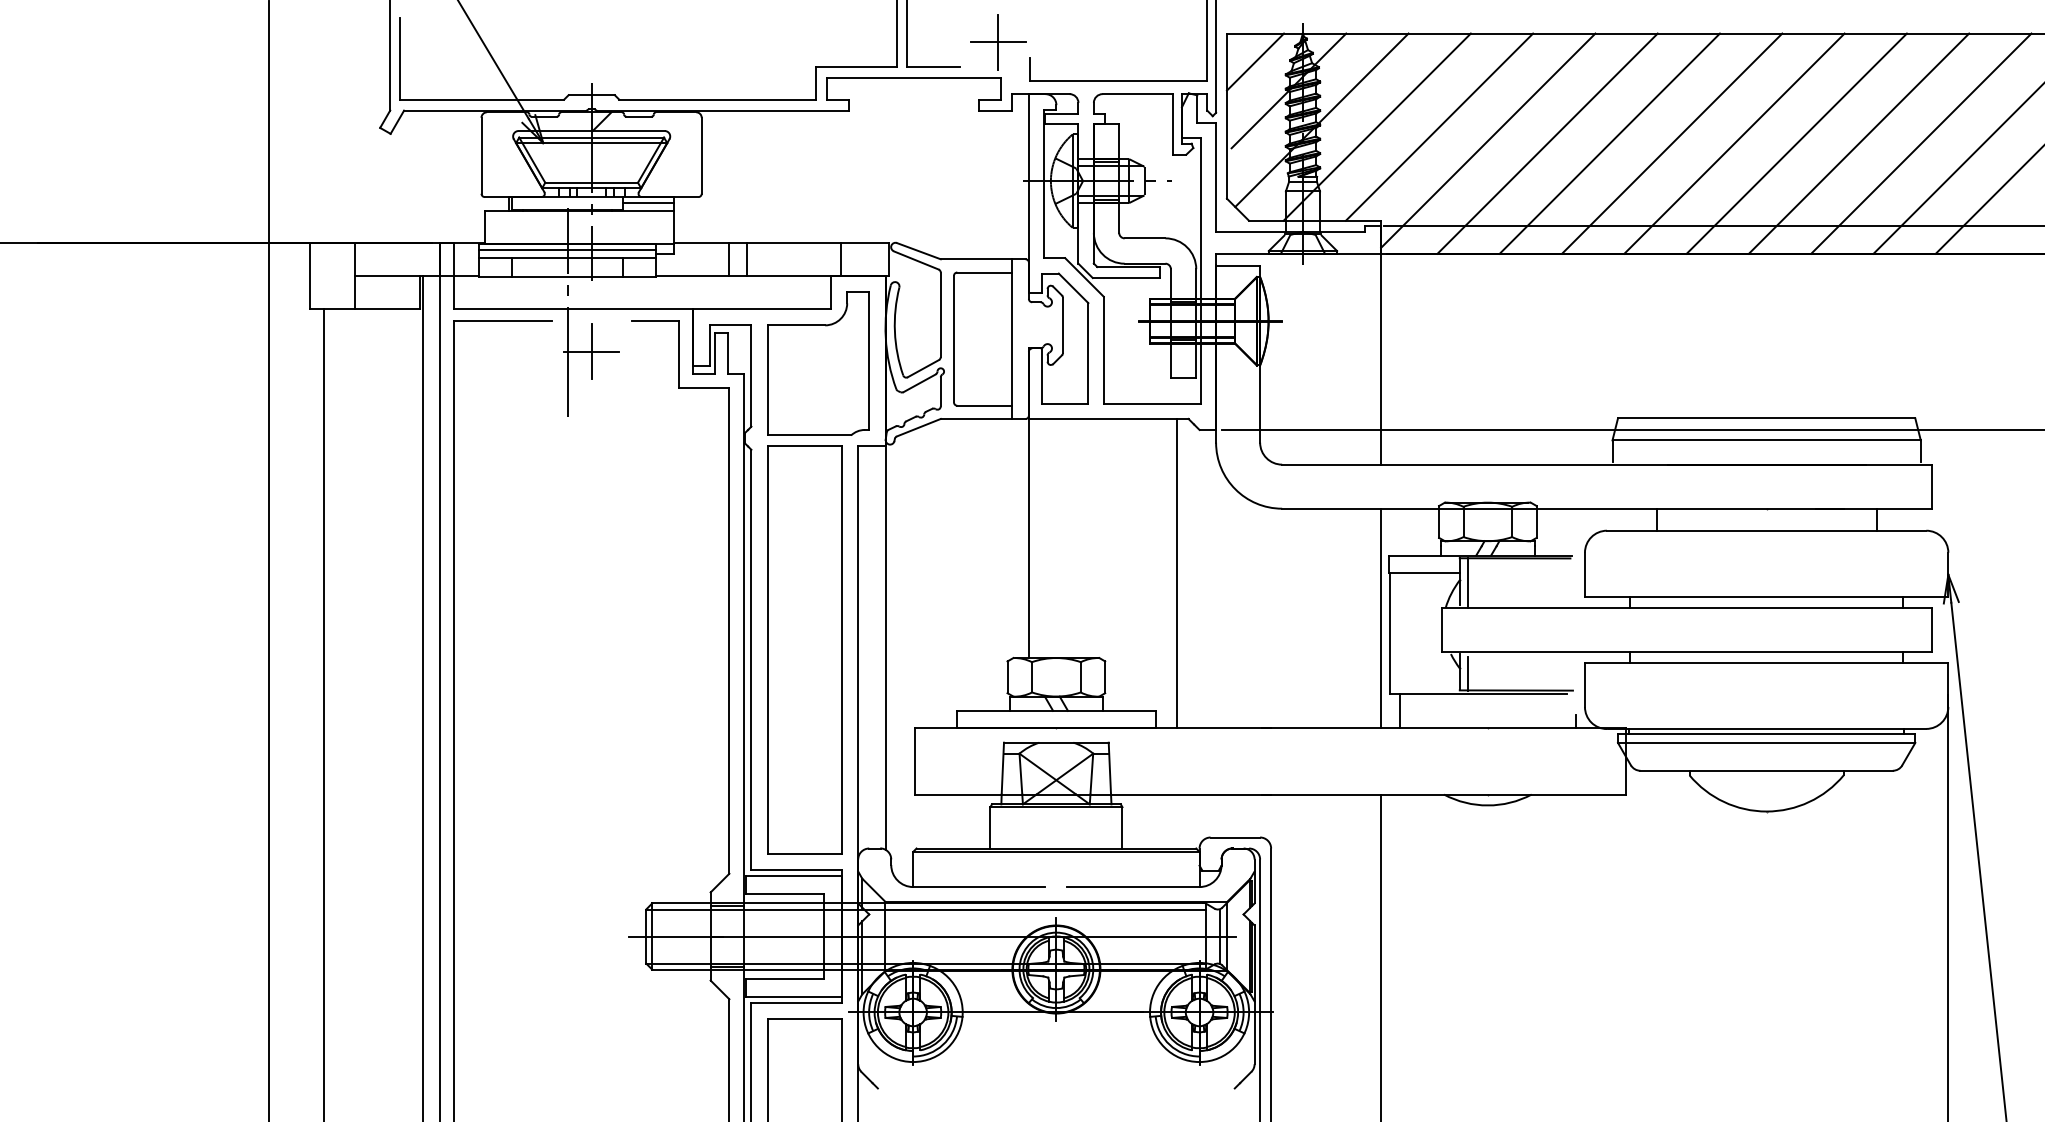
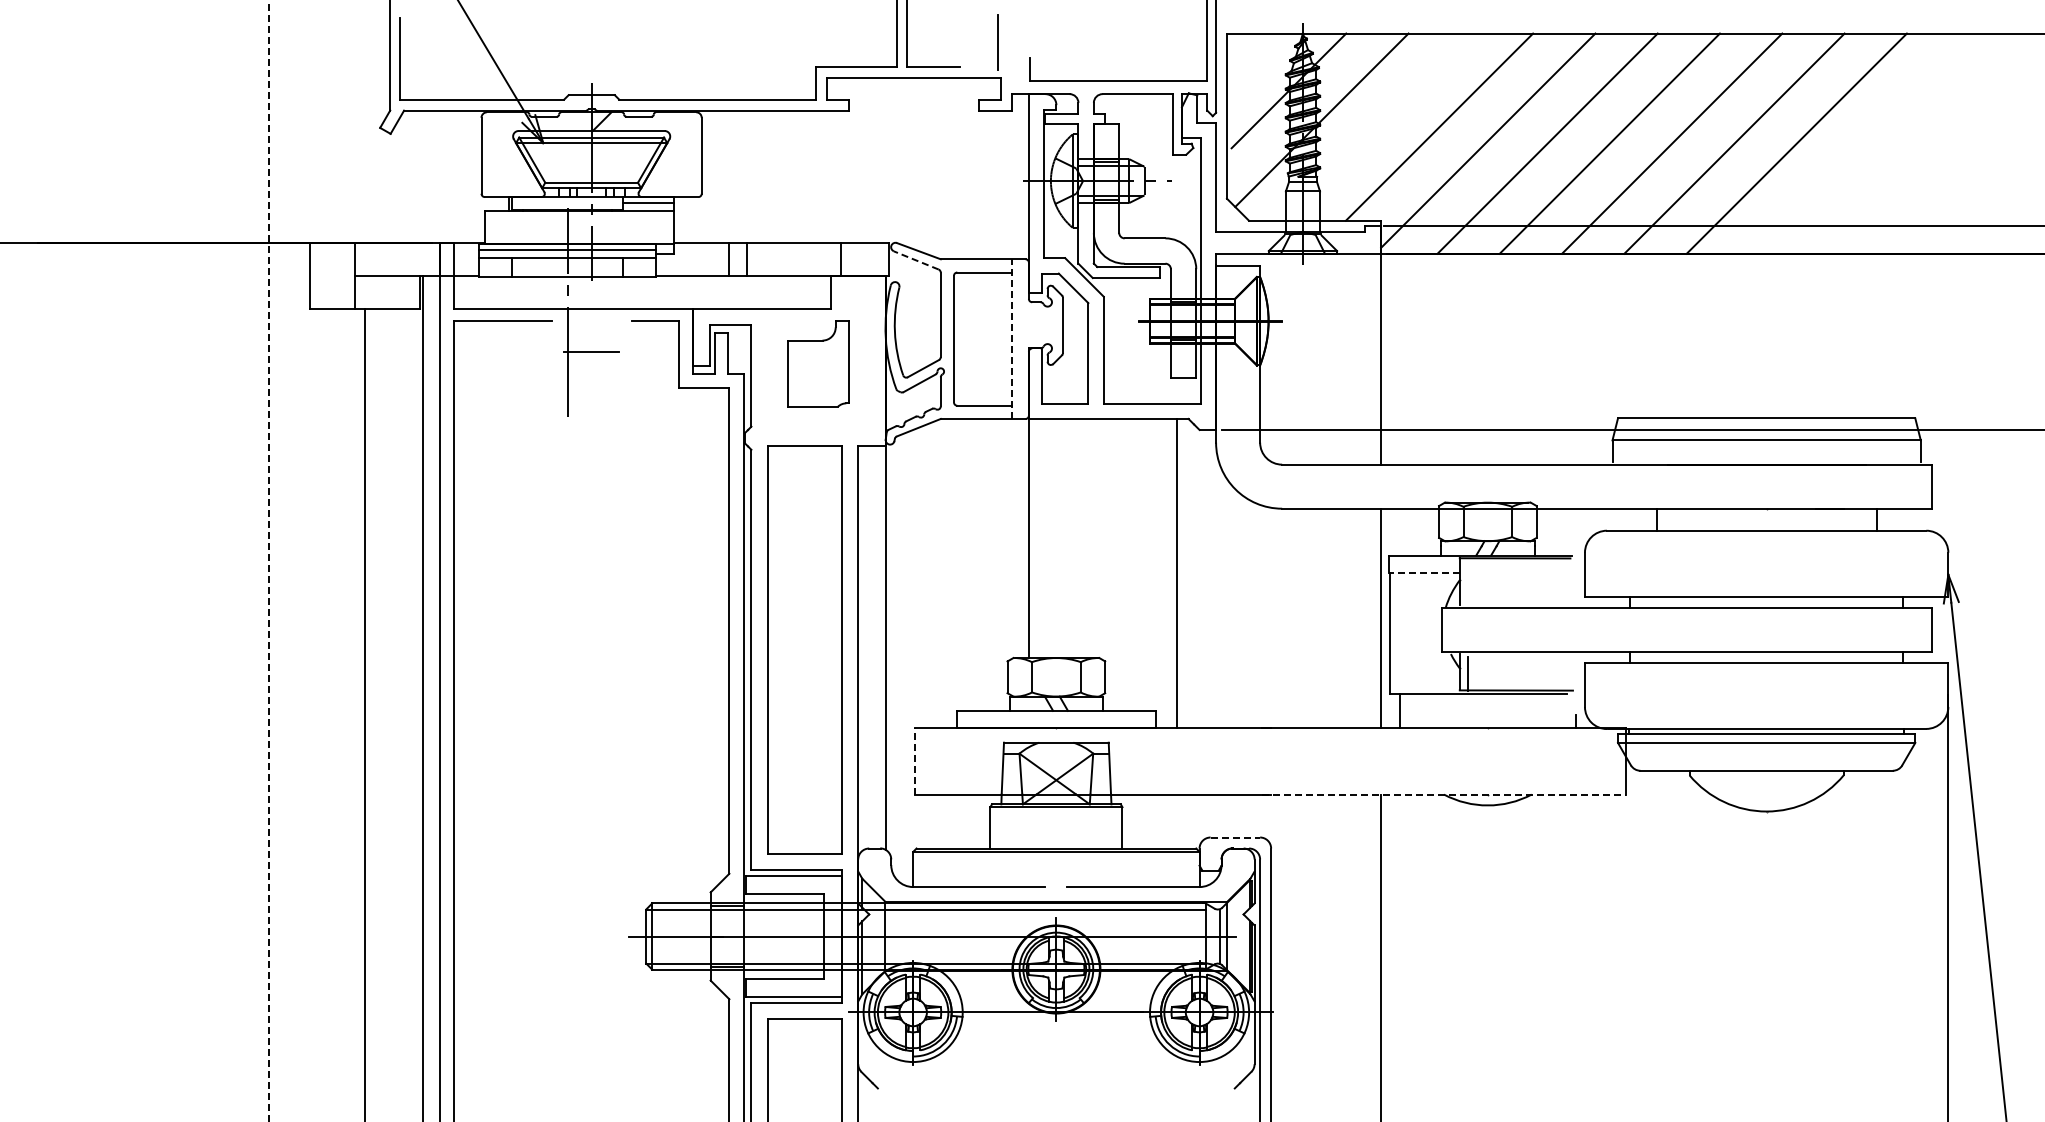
line at (997, 42): present -> none
line at (1255, 61): present -> none
line at (1376, 126): present -> none
line at (1858, 143): present -> none
line at (1921, 143): present -> none
line at (1957, 169): present -> none
line at (1988, 200): present -> none
line at (915, 260): solid -> dashed
line at (1012, 339): solid -> dashed
line at (591, 351): present -> none
part at (818, 363) size: 103x145 px -> 63x88 px
line at (269, 560): solid -> dashed
line at (1424, 573): solid -> dashed
line at (1467, 582): present -> none
line at (324, 713) position: (324, 713) -> (365, 713)
line at (915, 761): solid -> dashed
line at (1443, 794): solid -> dashed
line at (1235, 837): solid -> dashed
